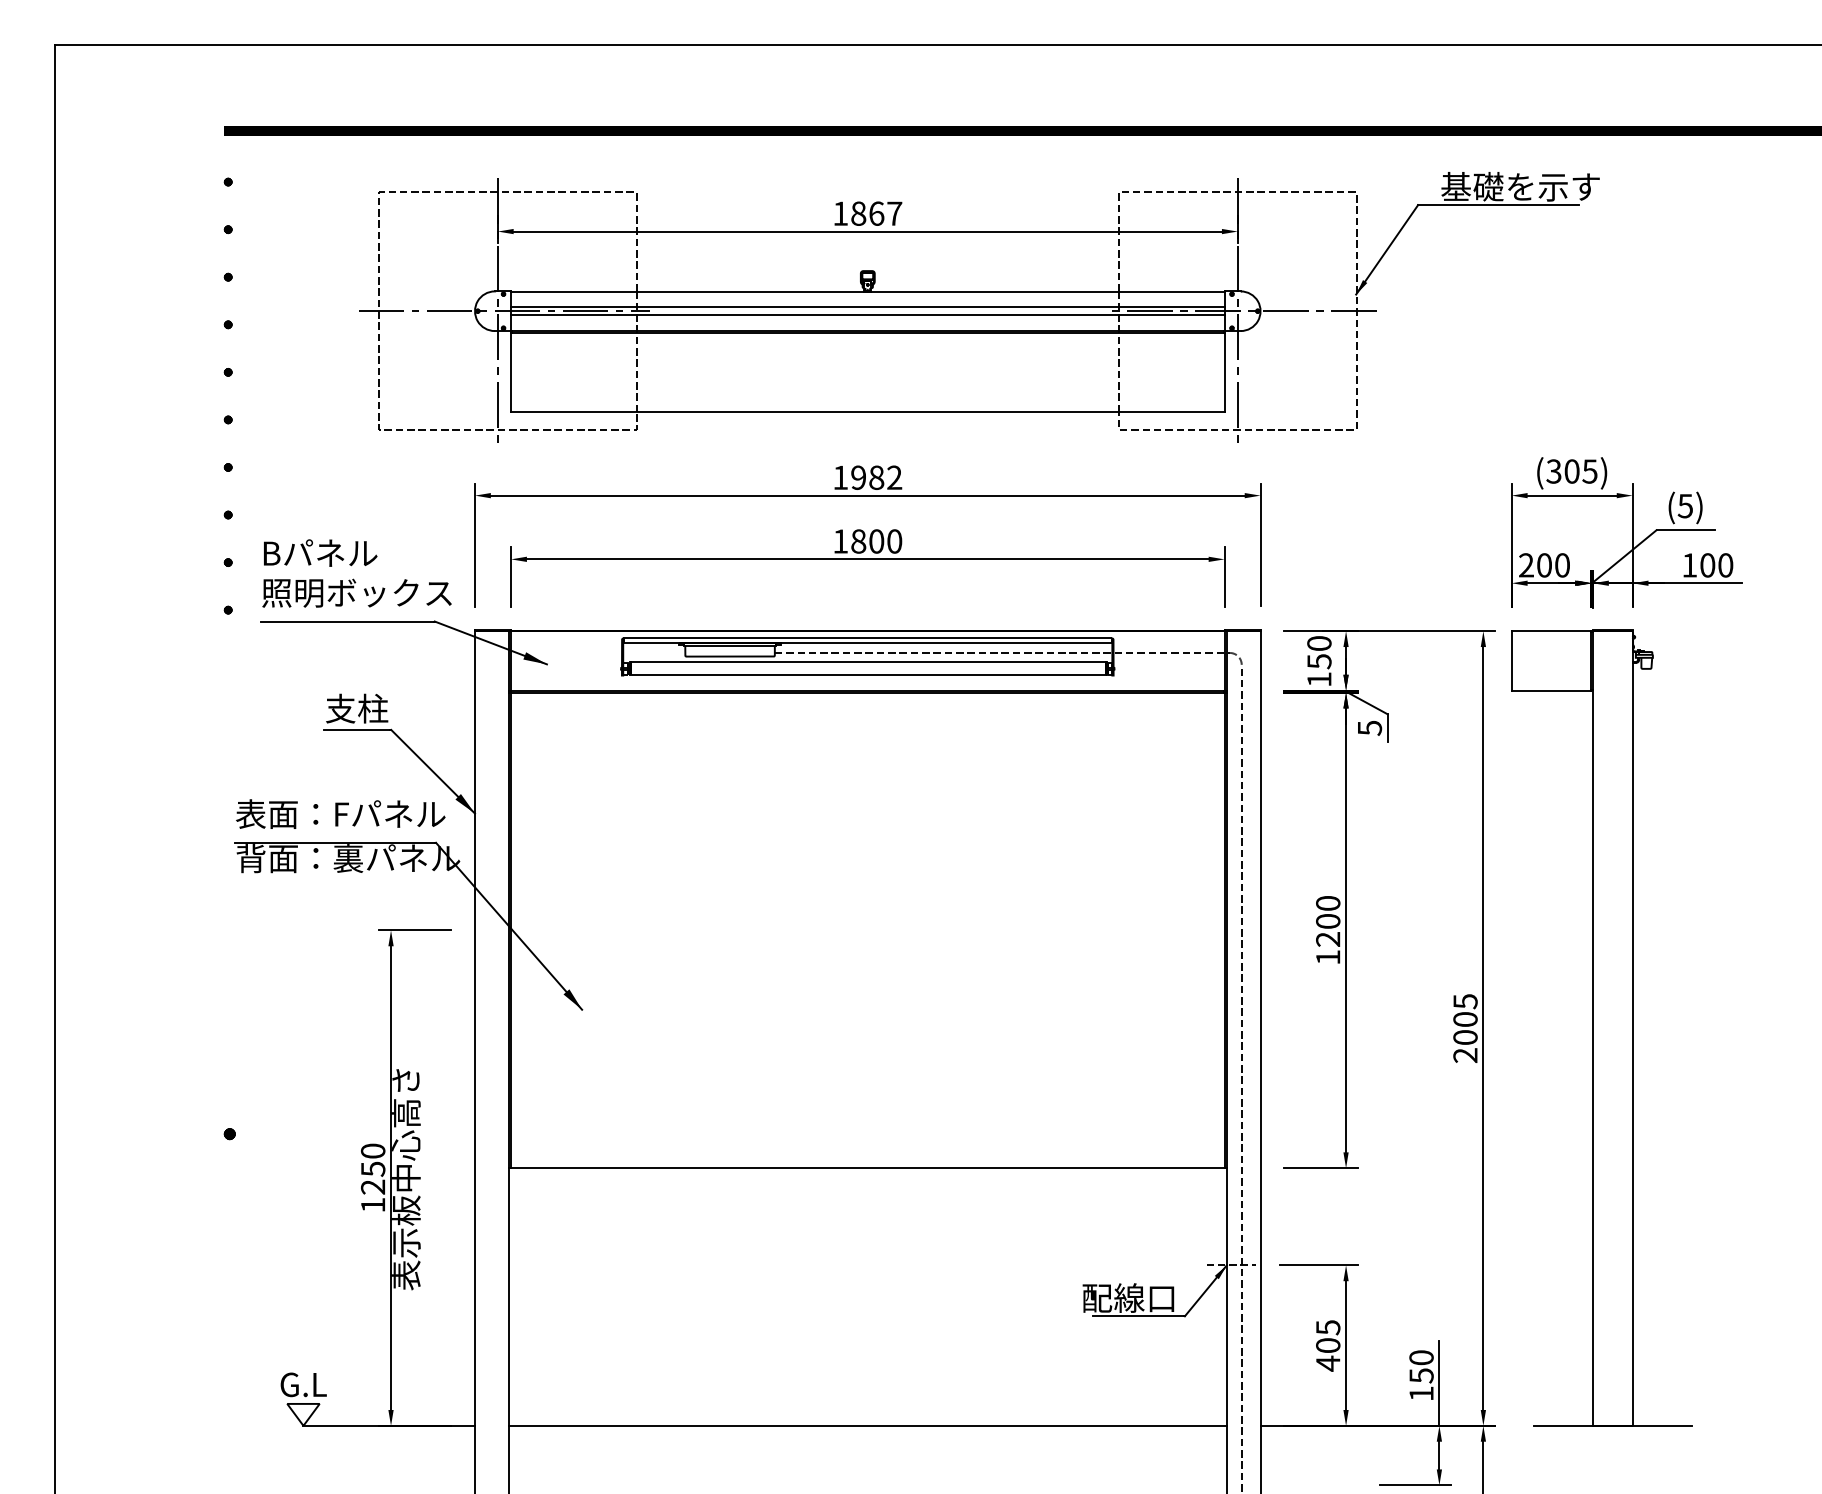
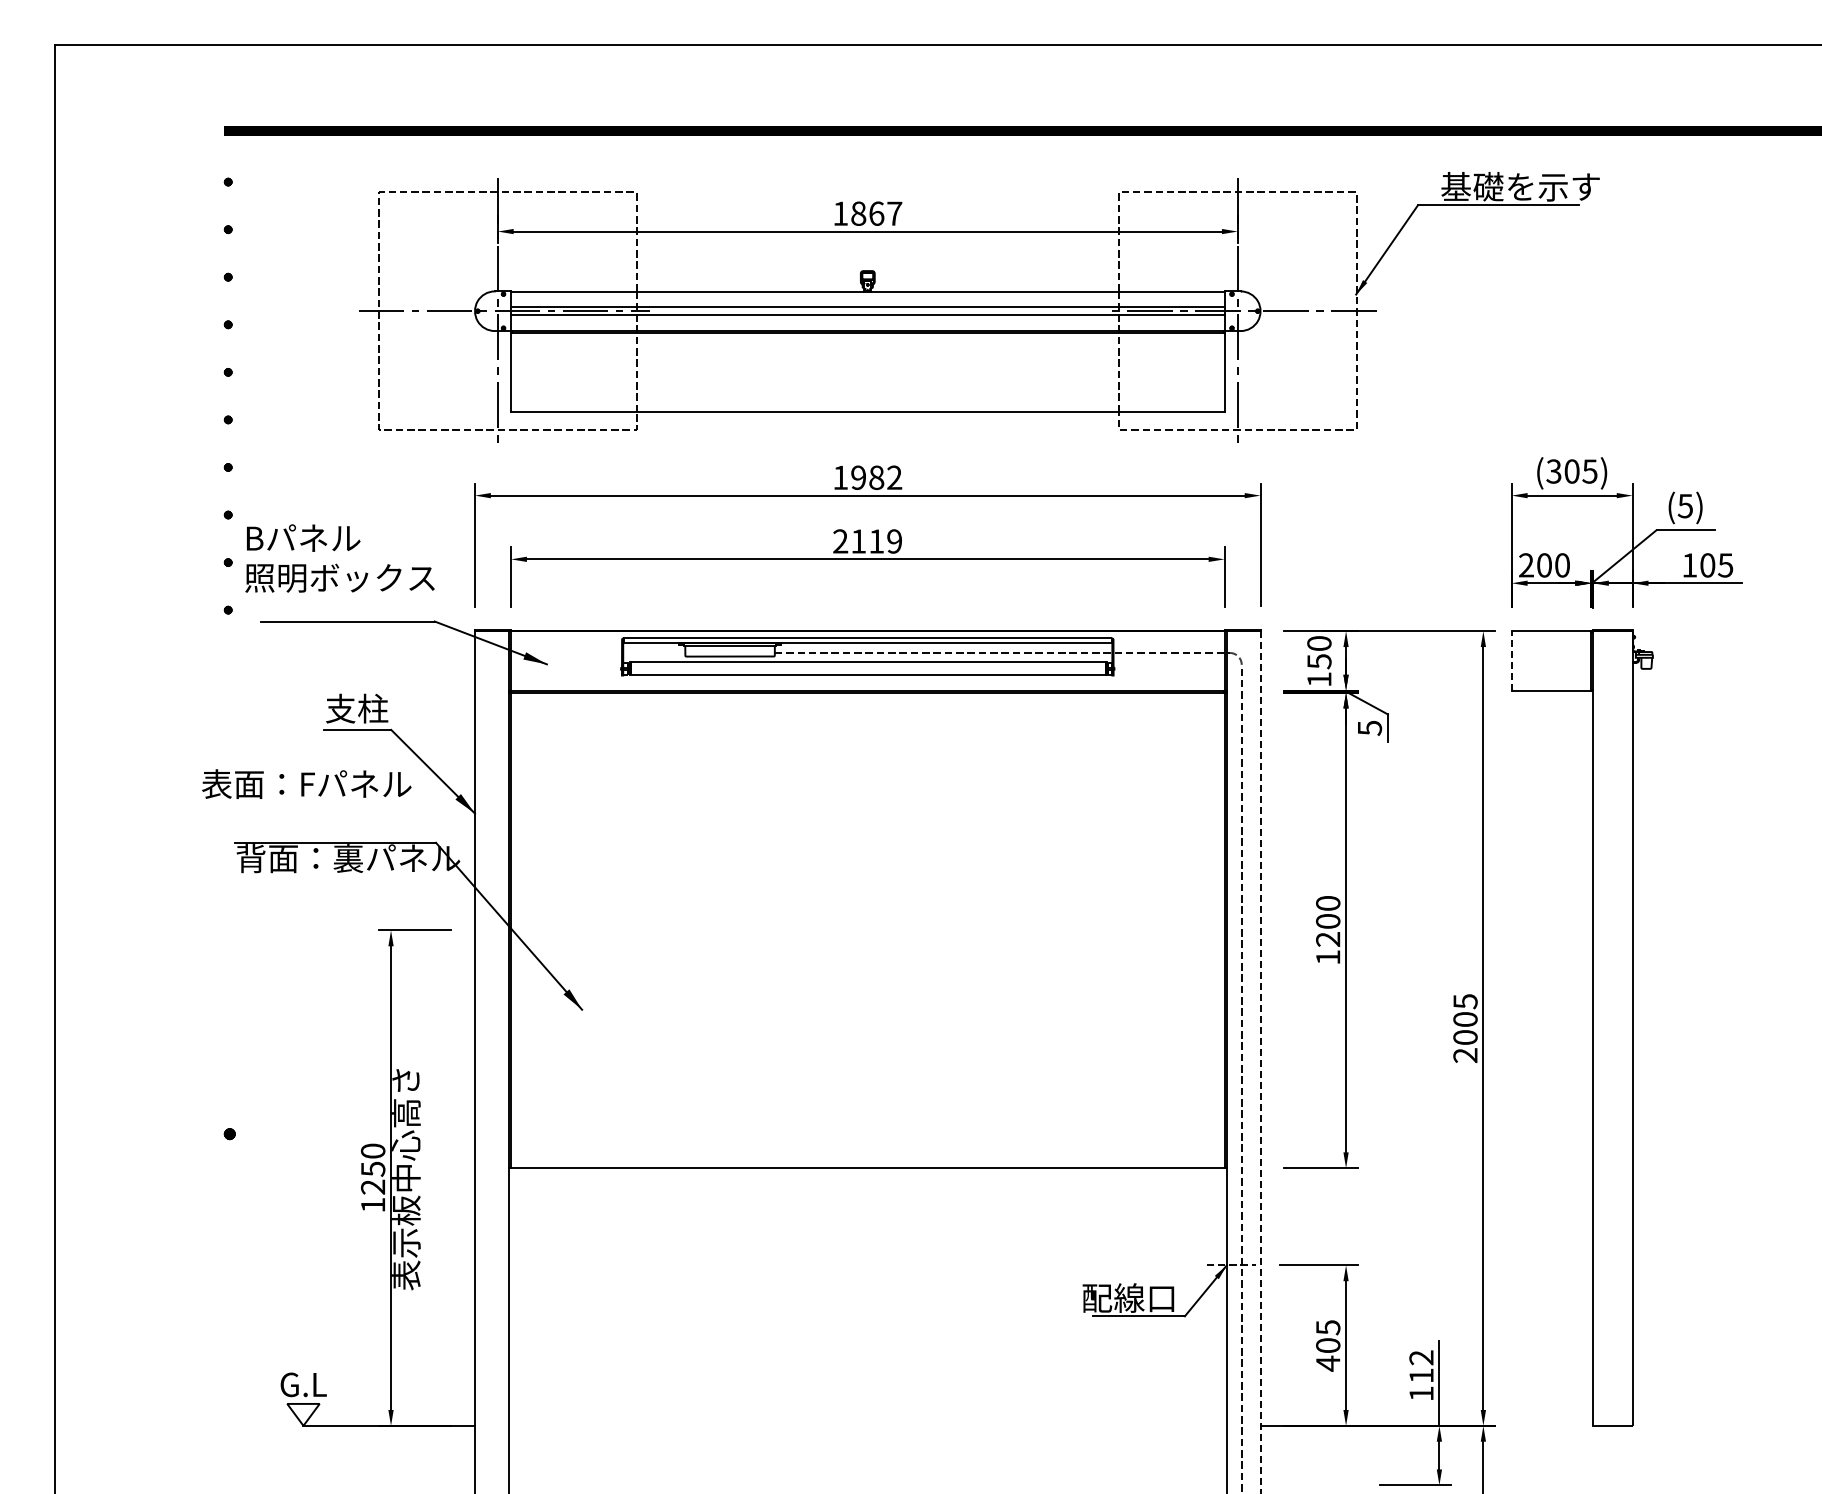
text at (867, 541): 1800 -> 2119
text at (1725, 565): 100 -> 105
text at (356, 573) position: (356, 573) -> (339, 558)
line at (1511, 660): solid -> dashed
text at (340, 813) position: (340, 813) -> (306, 783)
line at (1260, 1063): solid -> dashed
text at (1421, 1366): 150 -> 112
line at (867, 1425): present -> none
line at (1612, 1425): present -> none
